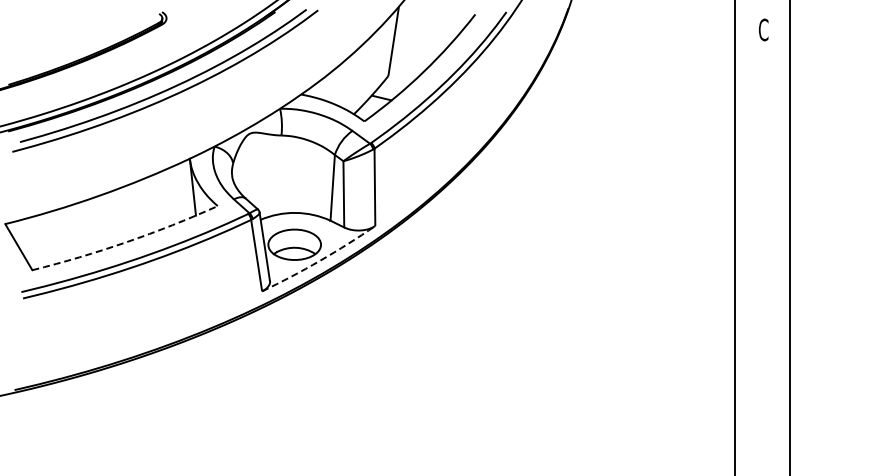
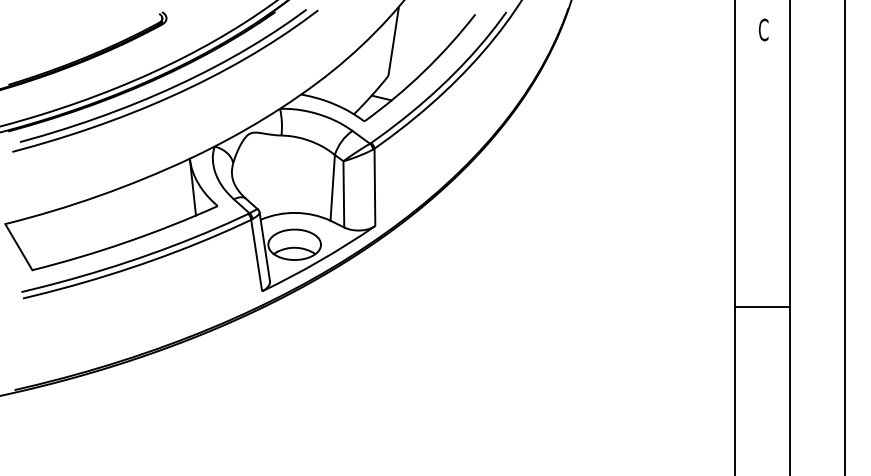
line at (844, 237): none -> present
arc at (126, 242): dashed -> solid
arc at (319, 260): dashed -> solid
line at (761, 307): none -> present
